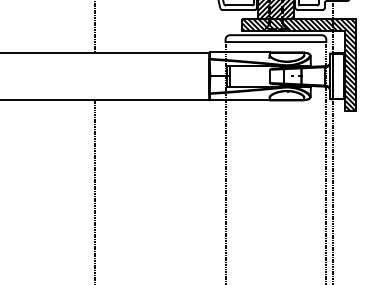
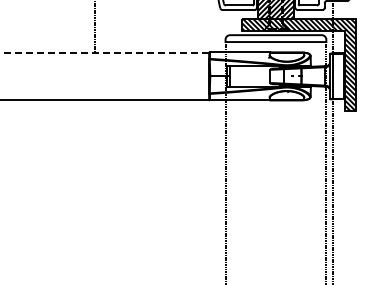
line at (104, 53): solid -> dashed
line at (95, 190): present -> none
